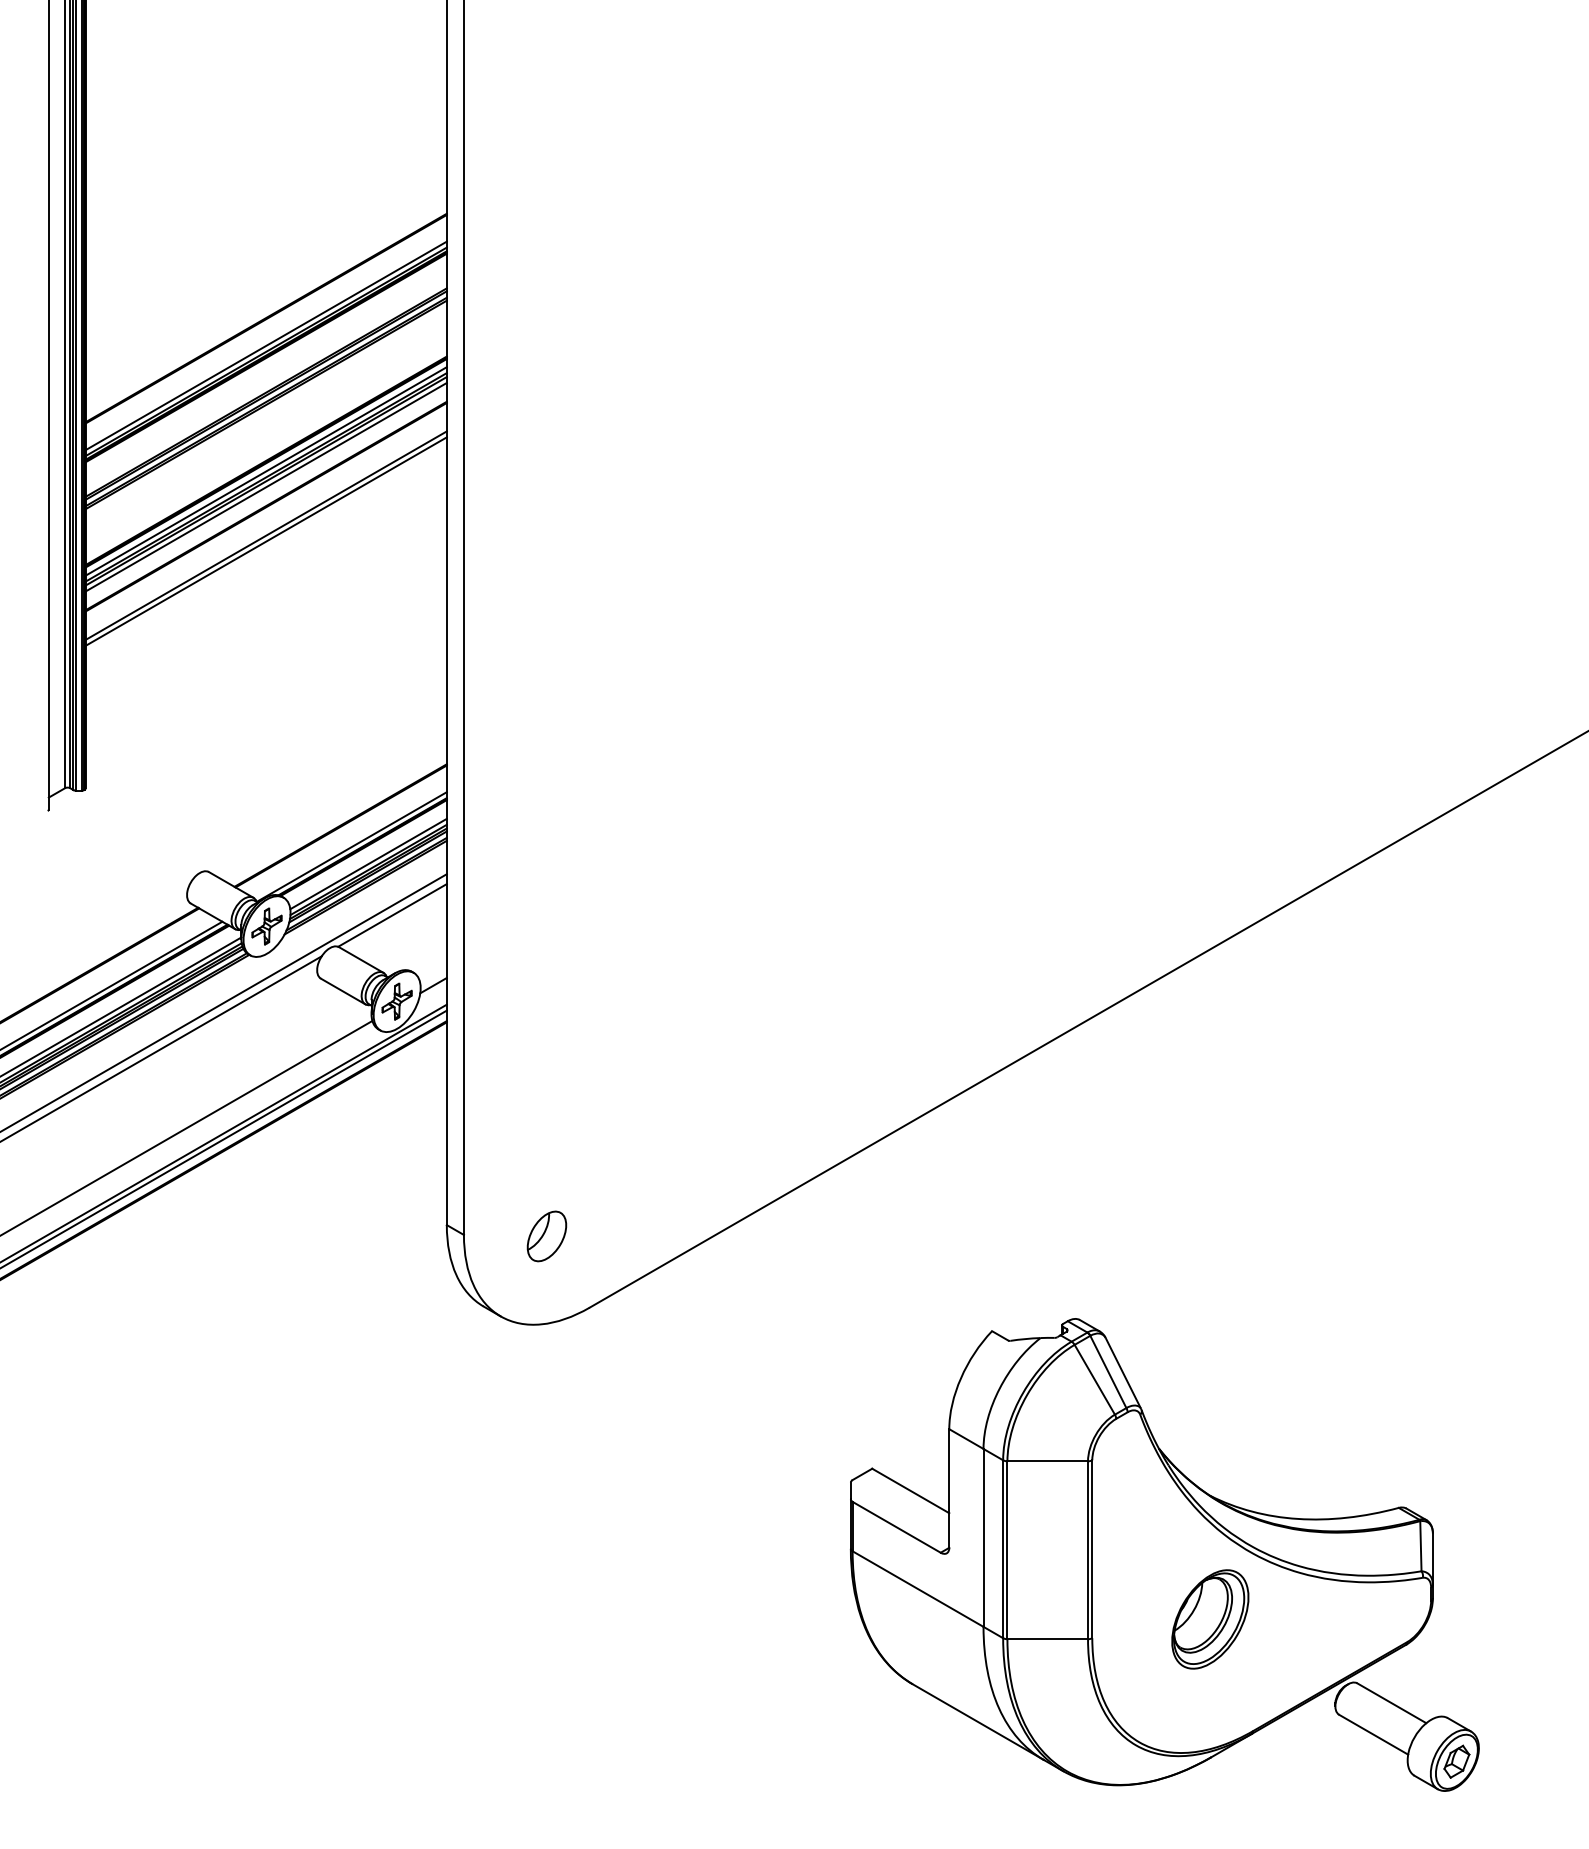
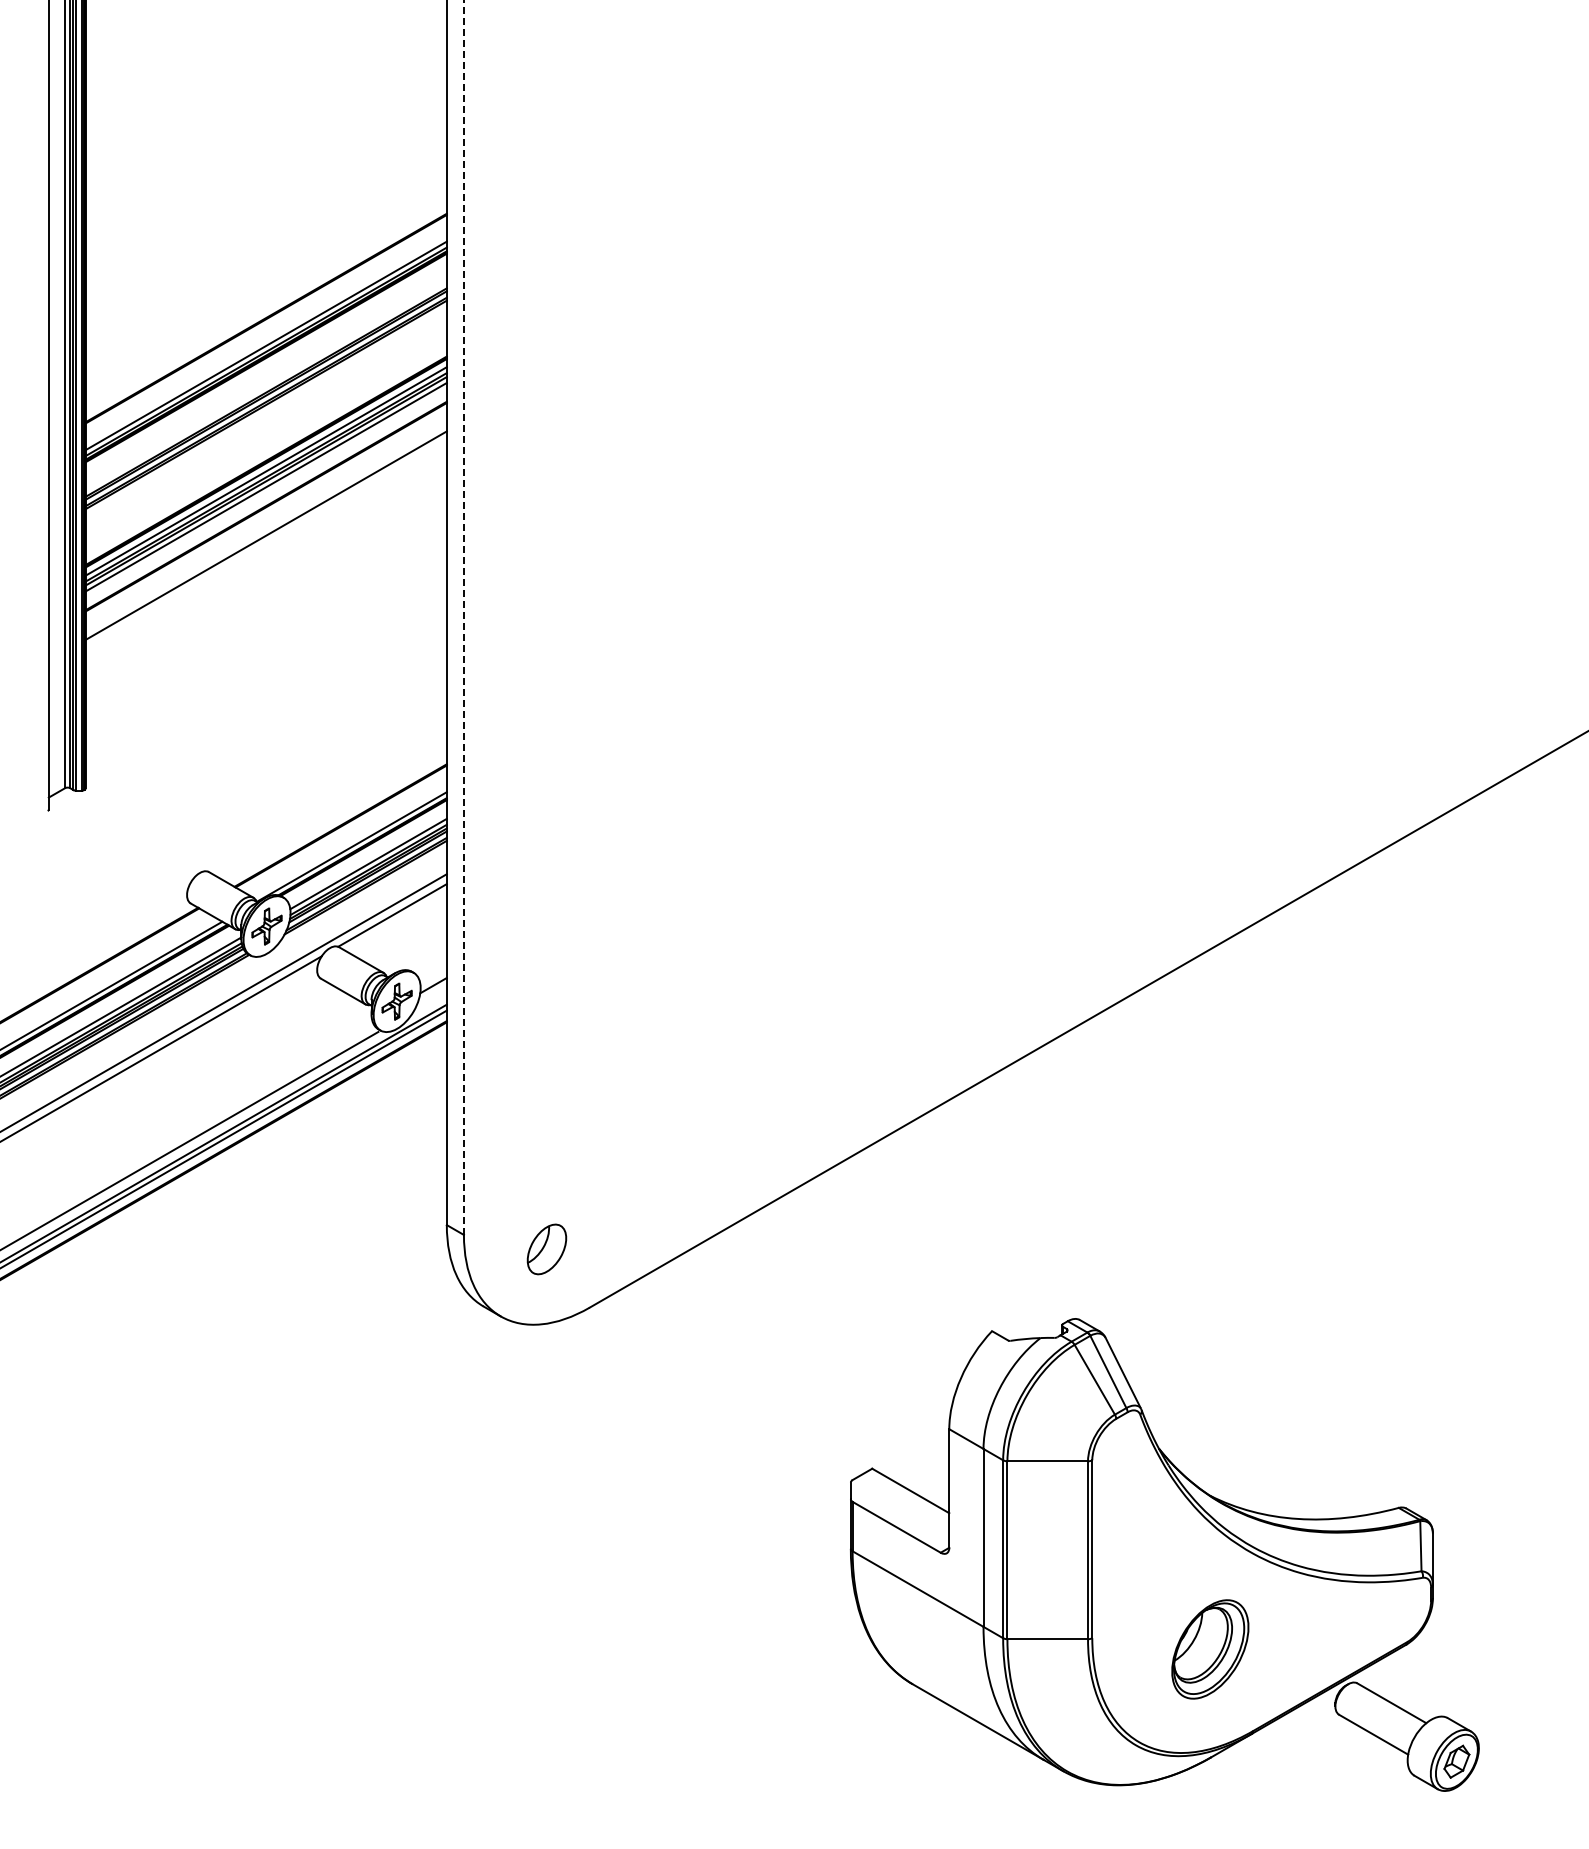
line at (265, 541): present -> none
line at (463, 617): solid -> dashed
line at (187, 1127) position: (187, 1127) -> (190, 1140)
part at (546, 1236) position: (546, 1236) -> (546, 1249)
part at (1210, 1619) position: (1210, 1619) -> (1210, 1649)
